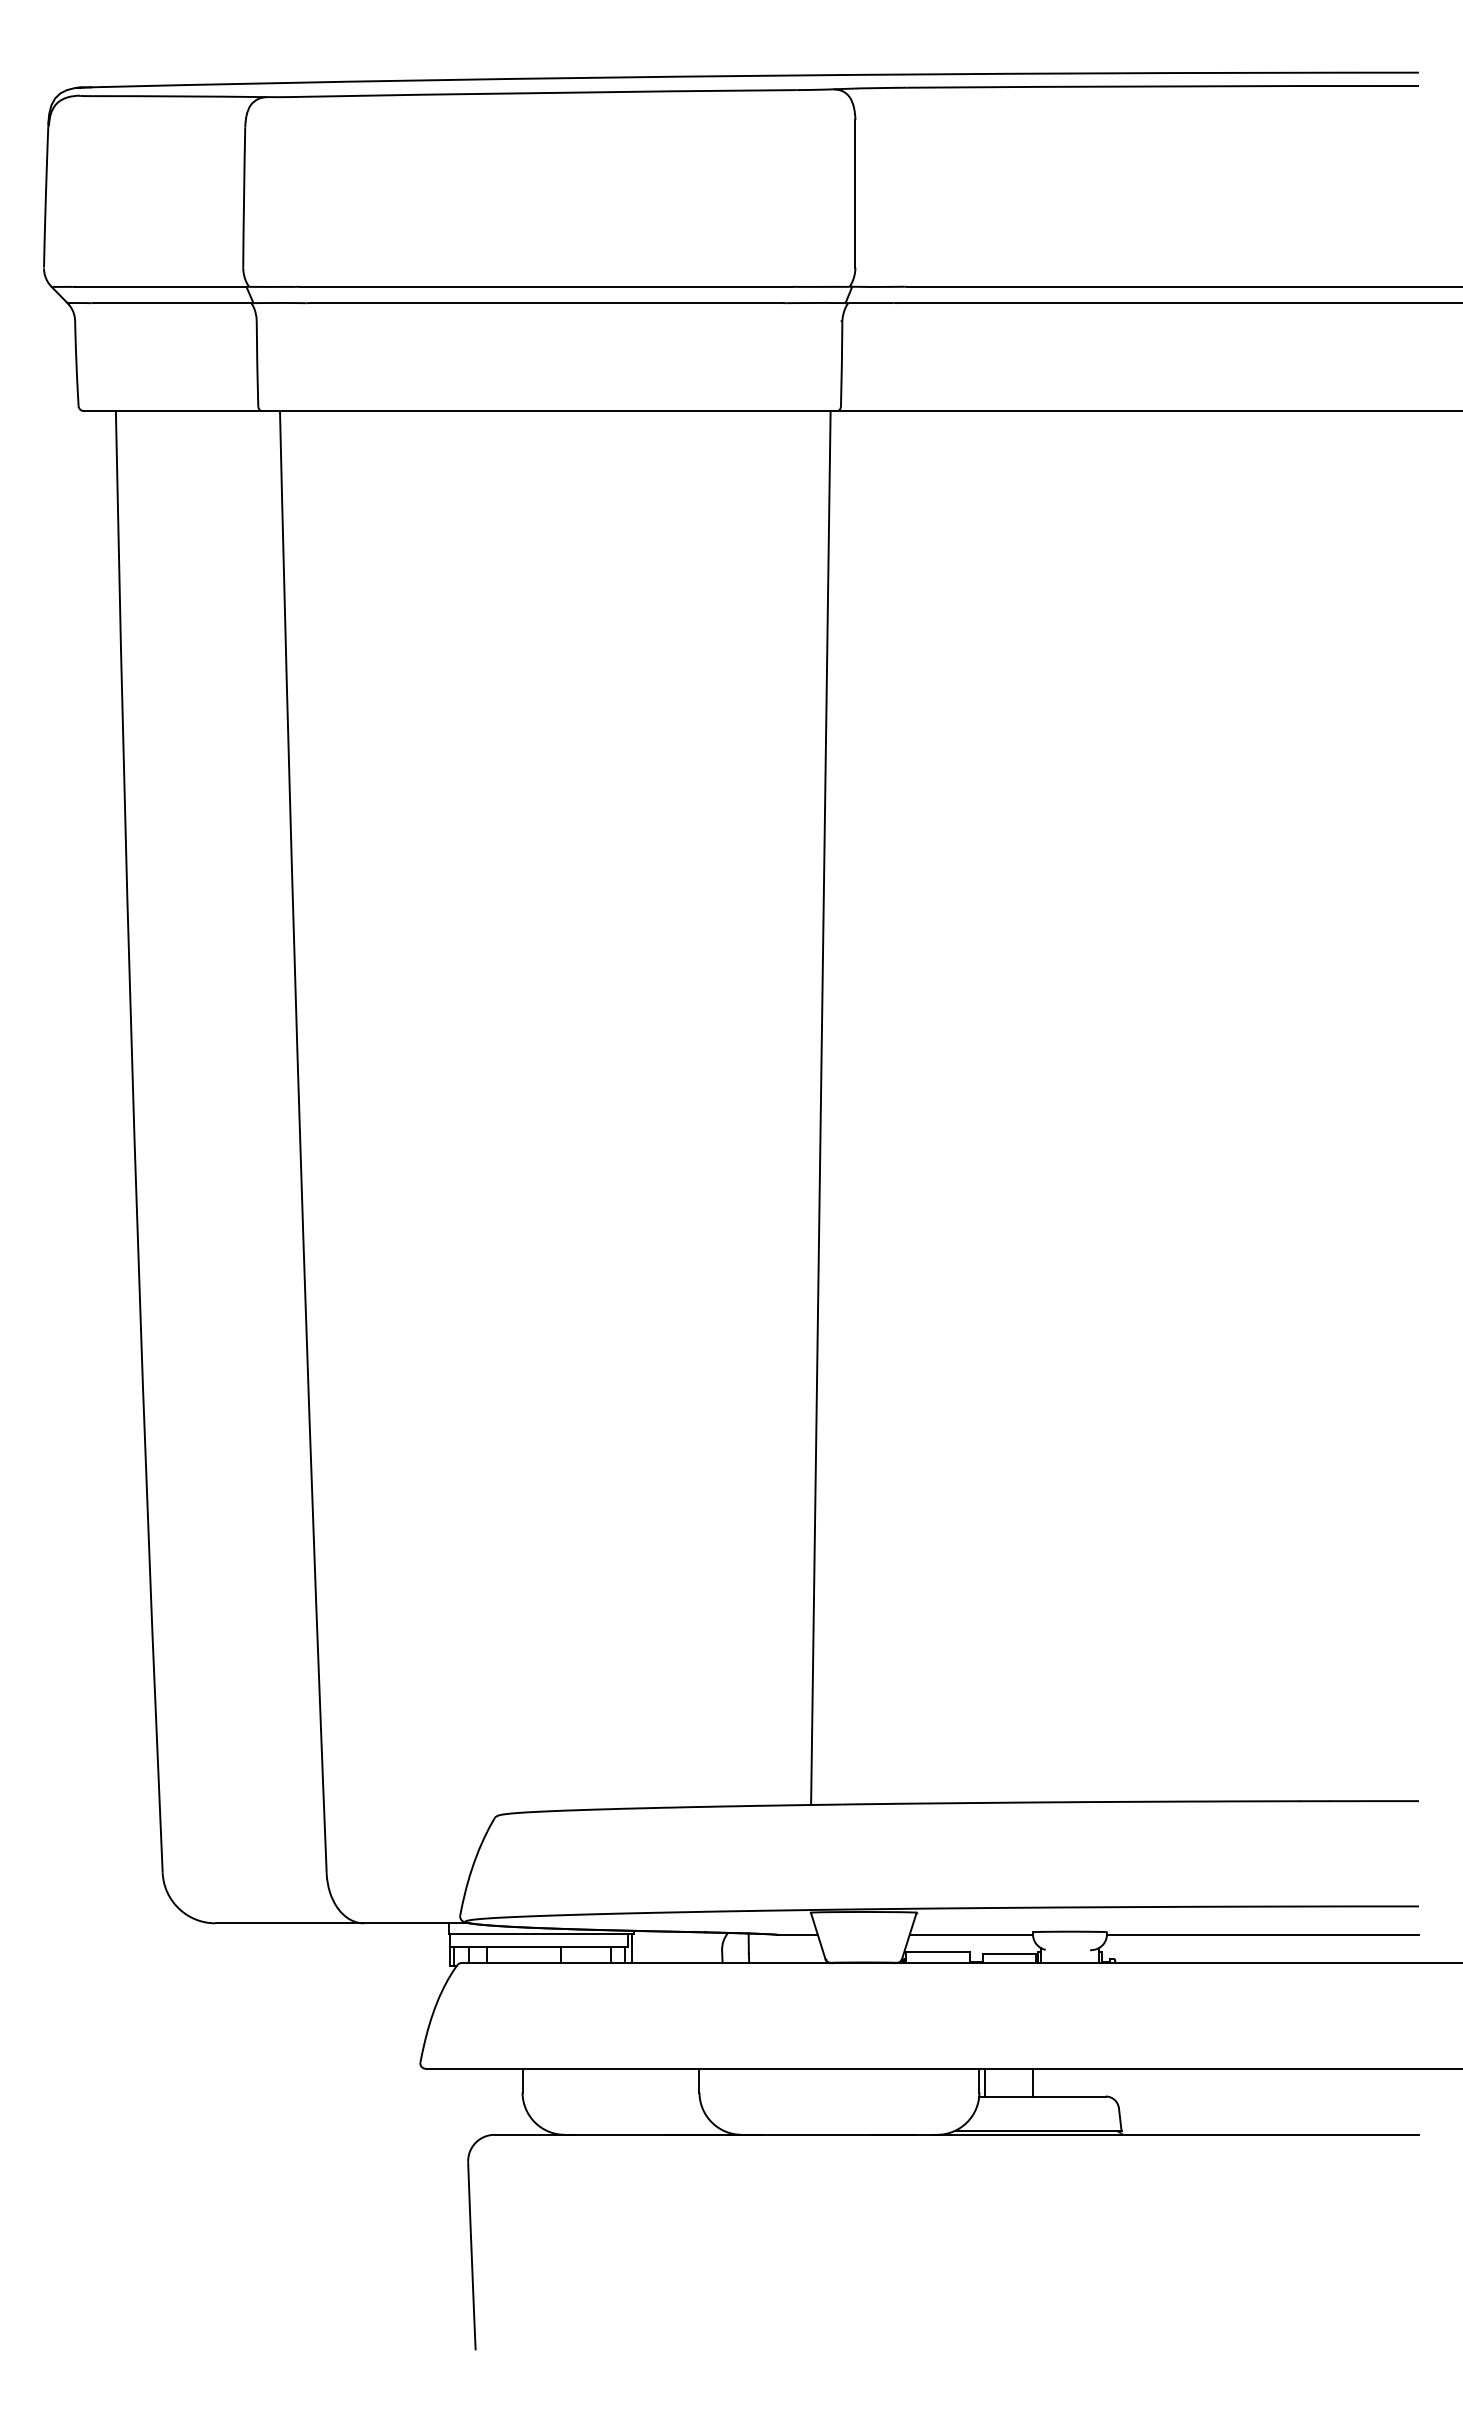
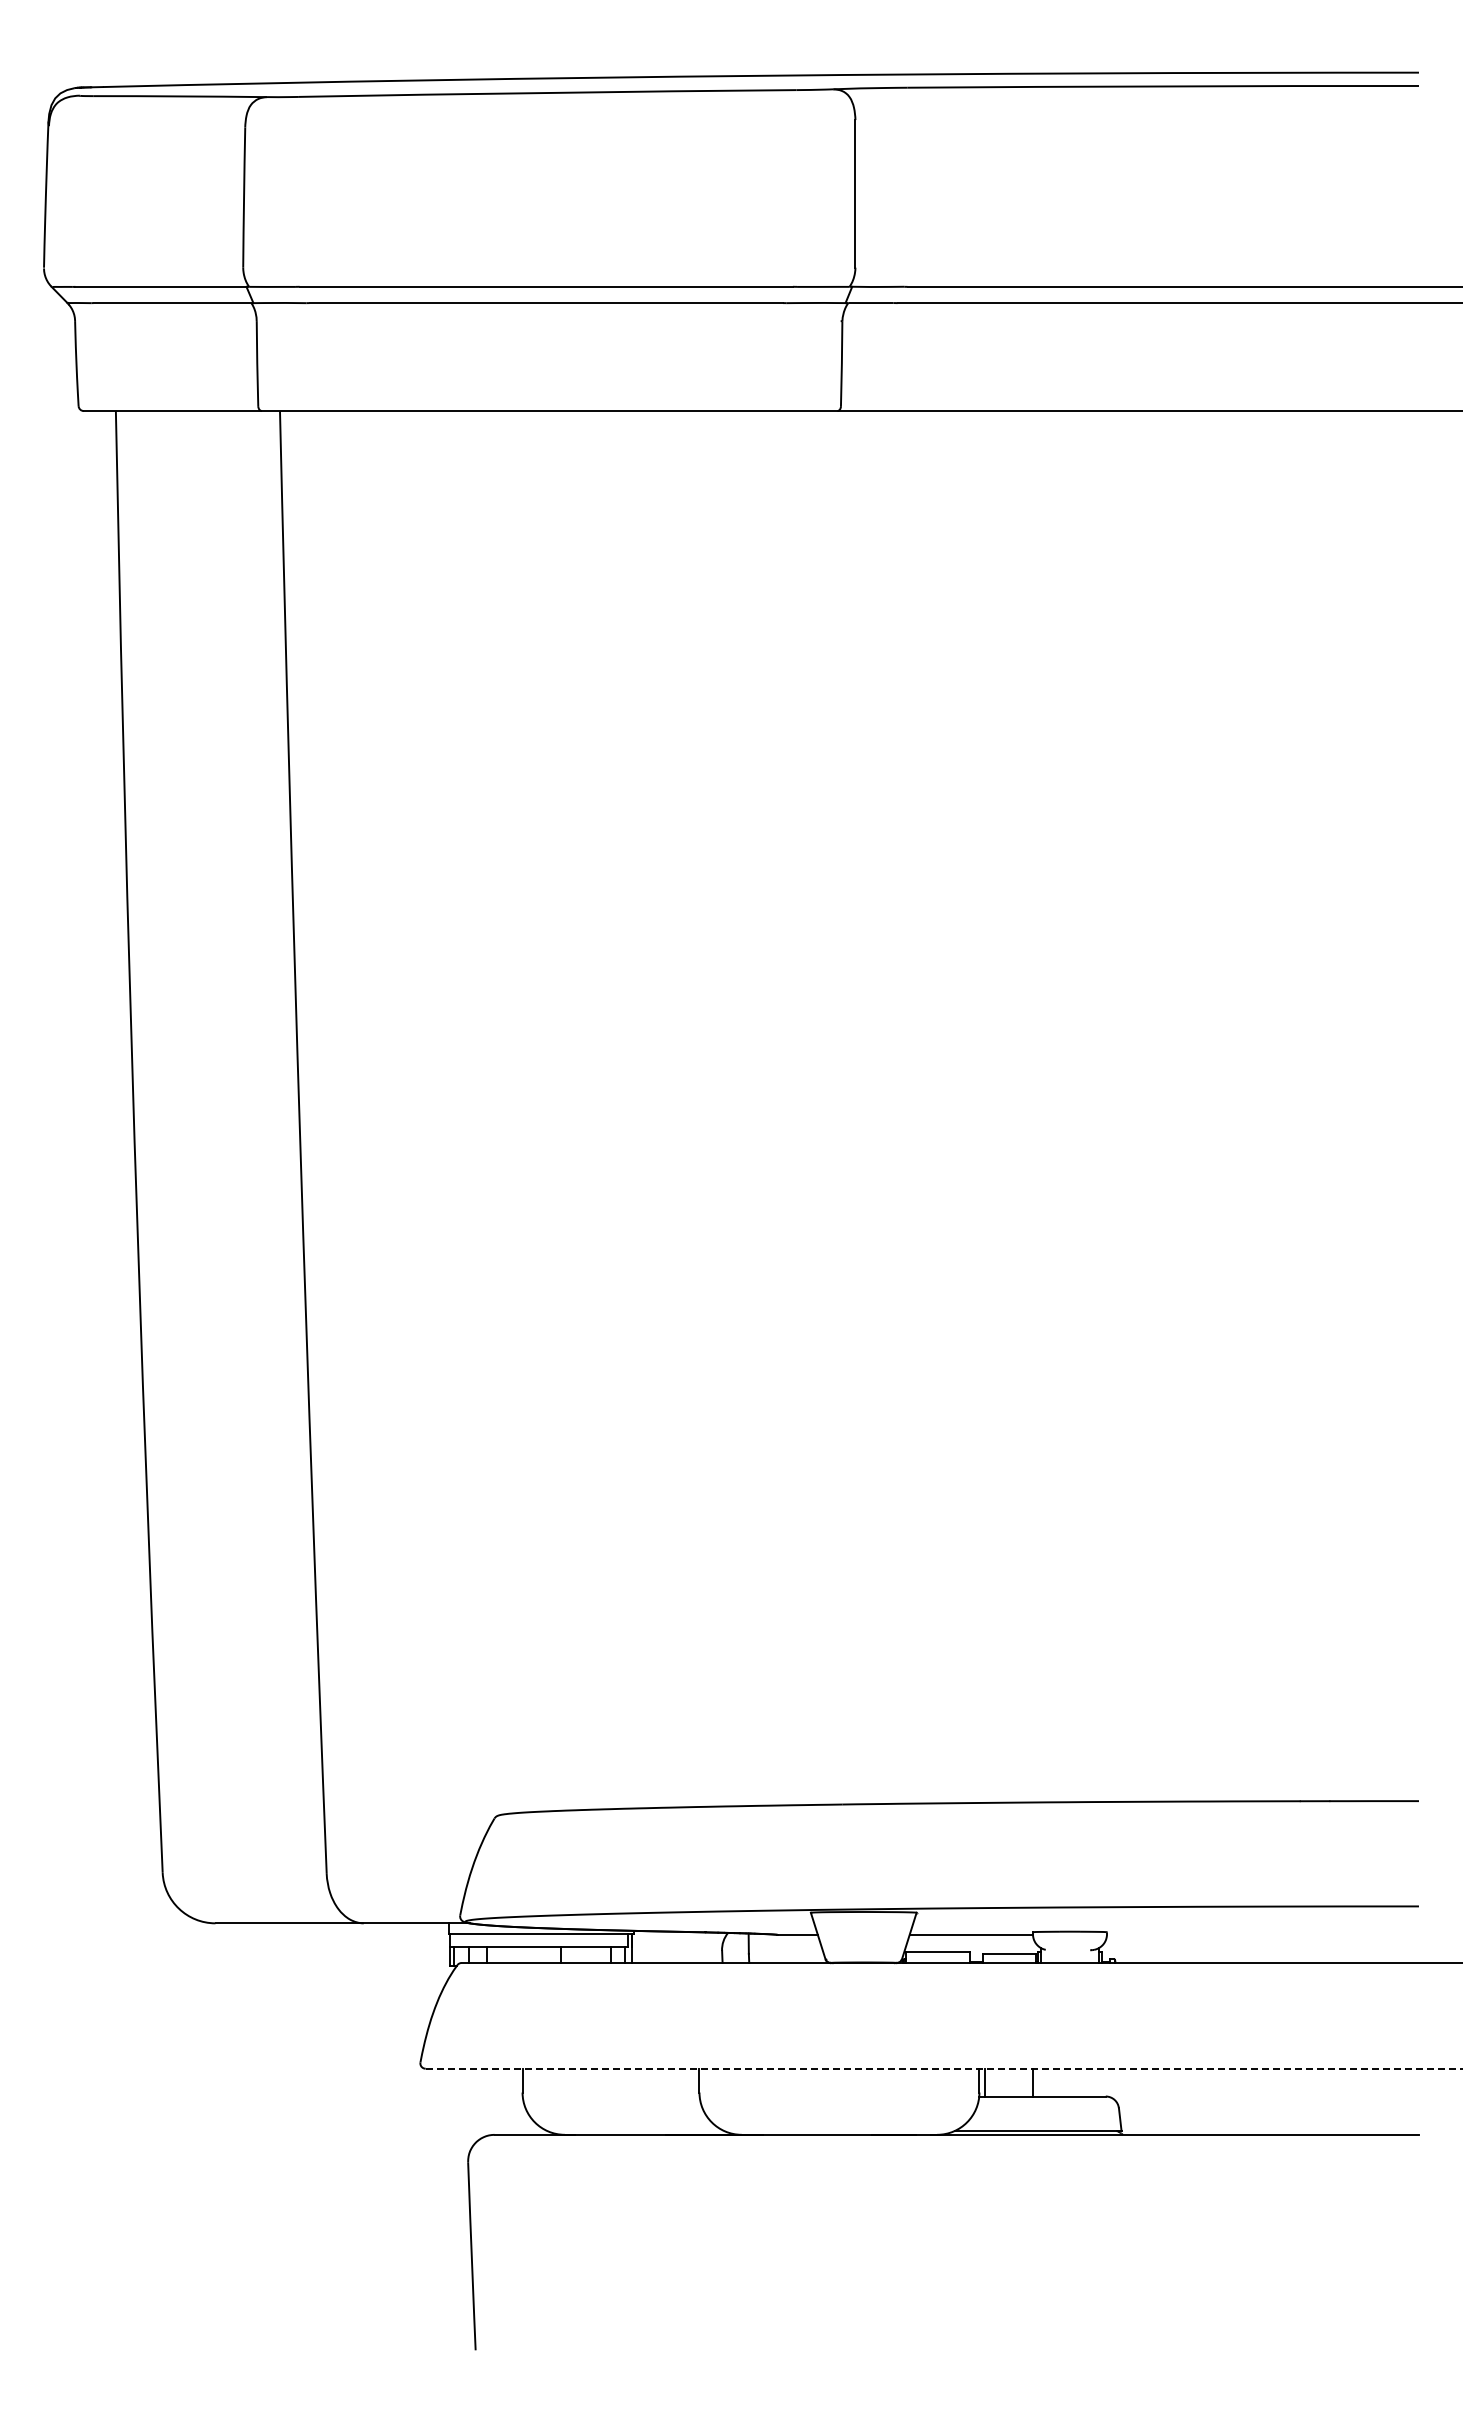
line at (820, 1108): present -> none
line at (1262, 1934): present -> none
line at (944, 2068): solid -> dashed
